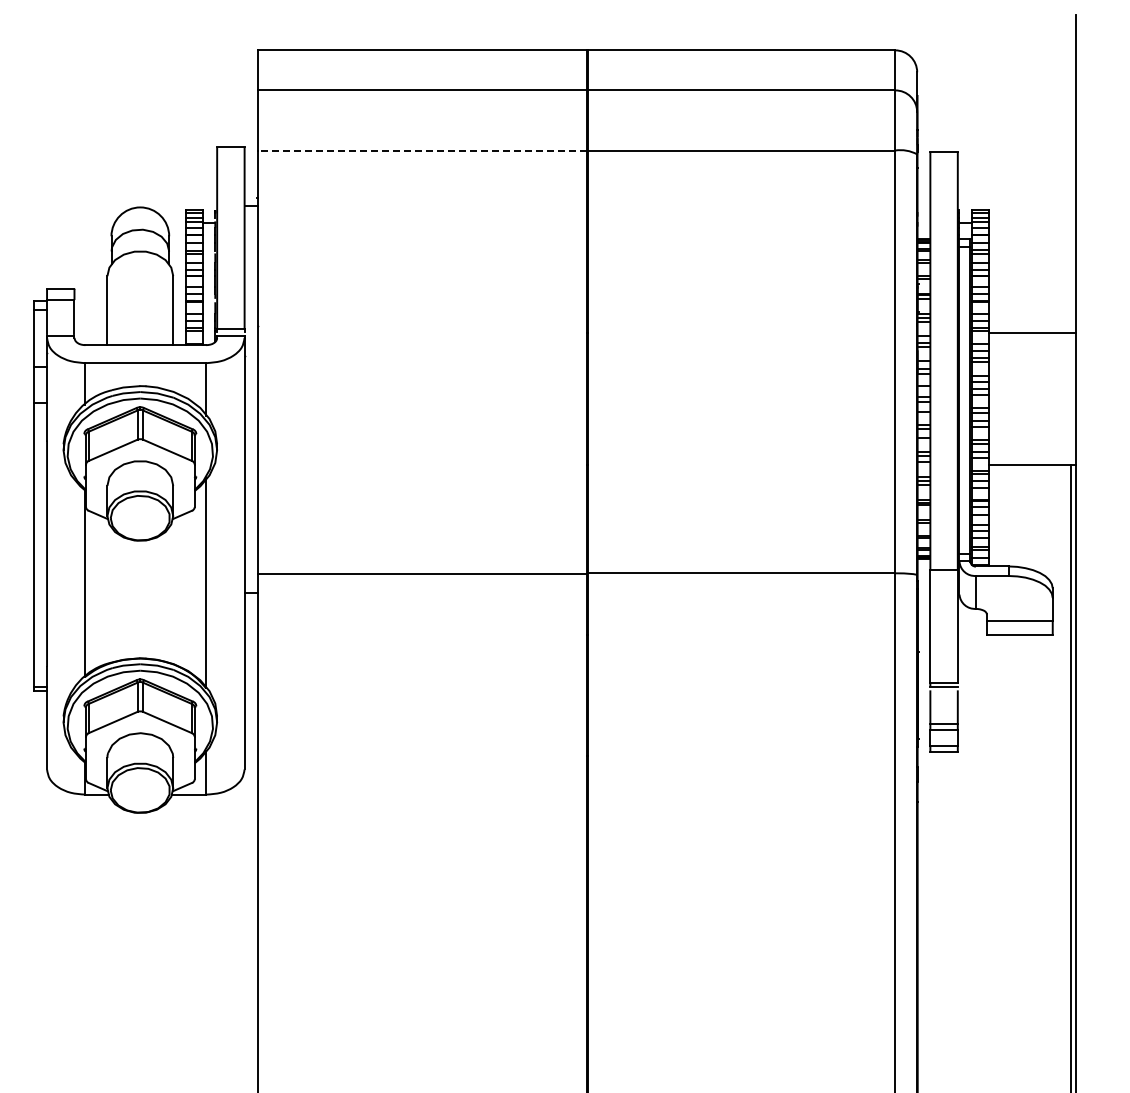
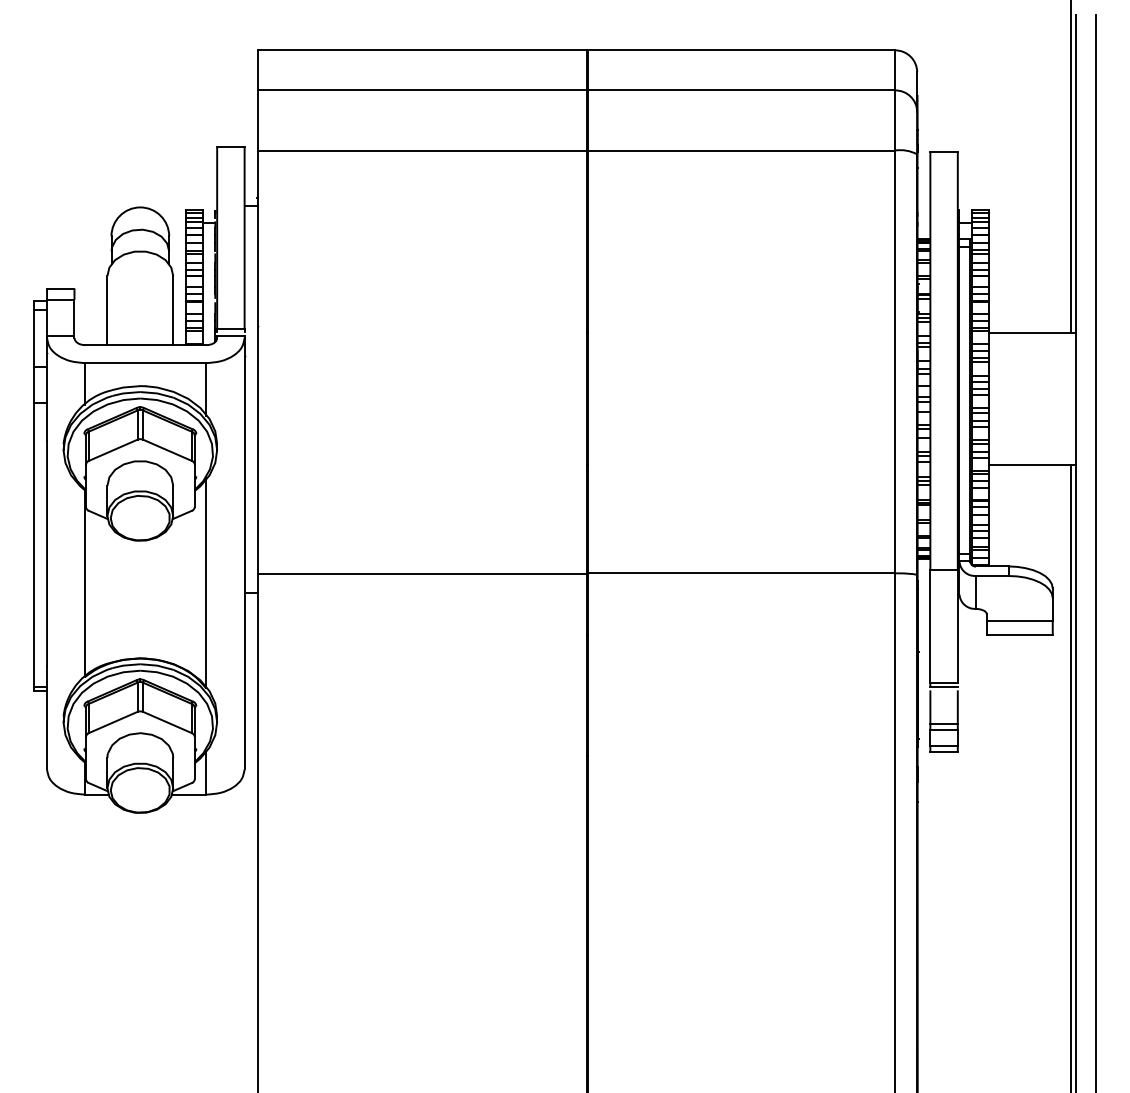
line at (422, 150): dashed -> solid
line at (1070, 167): none -> present
line at (1096, 552): none -> present
